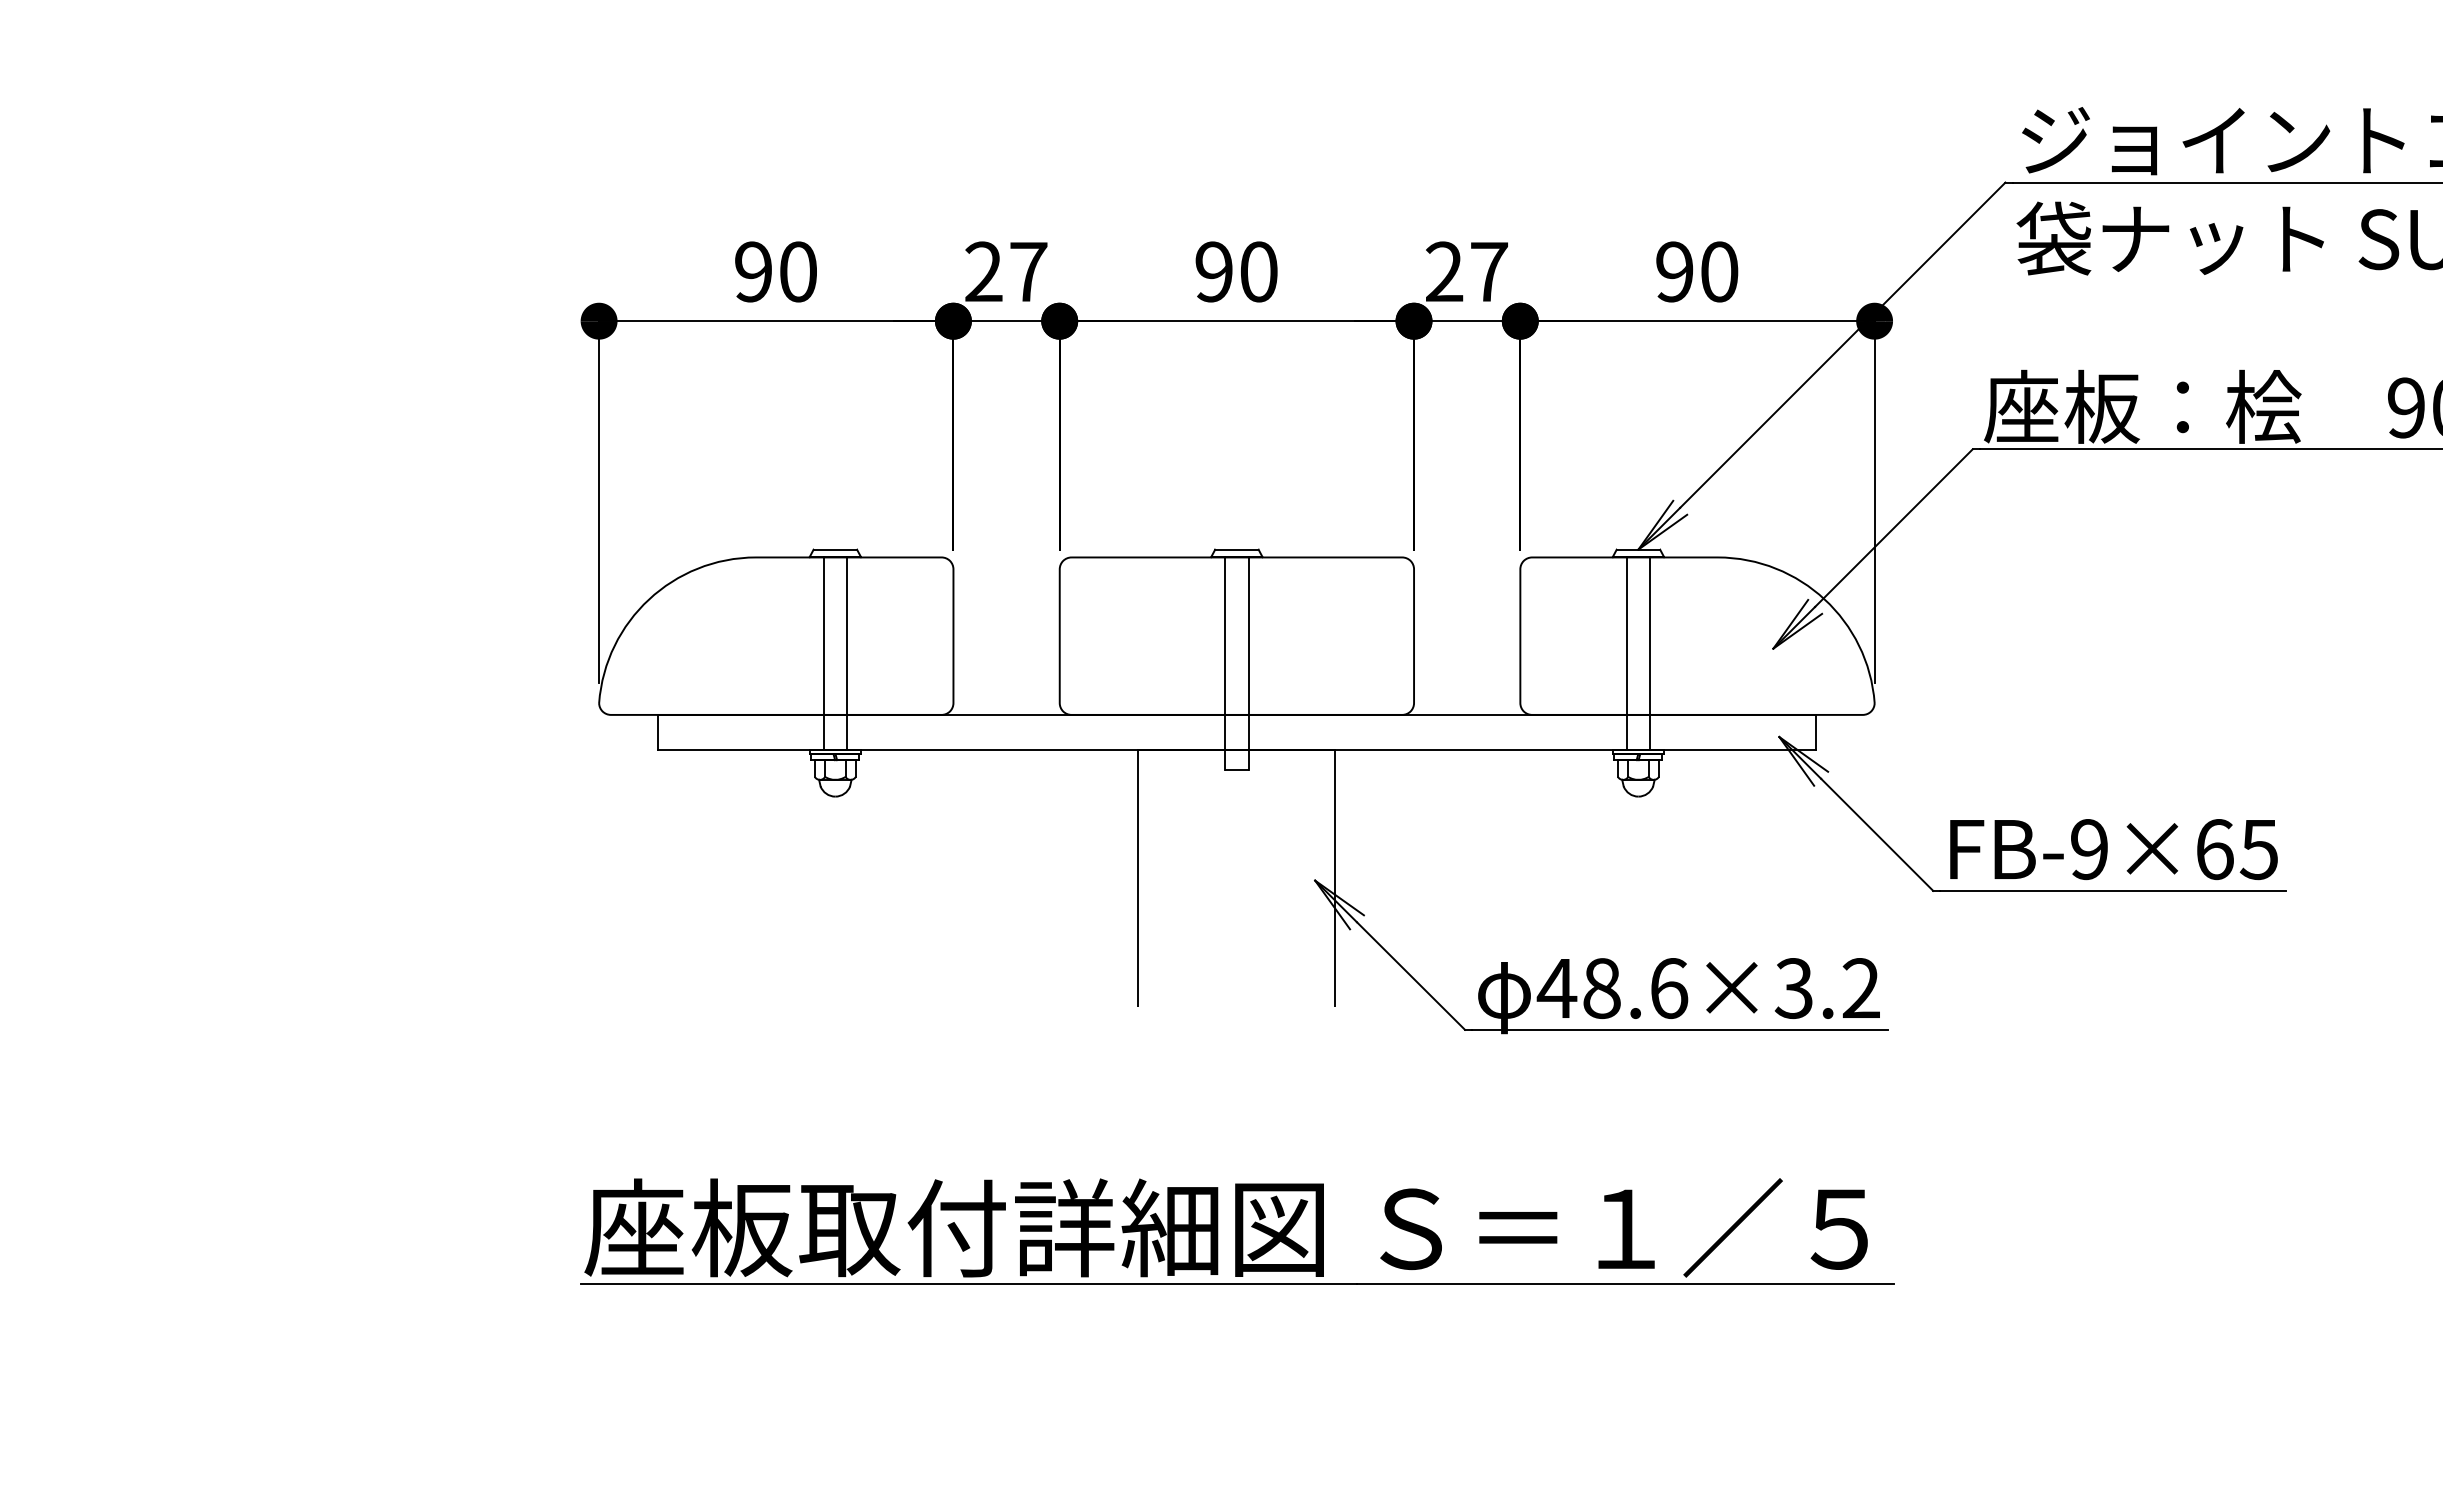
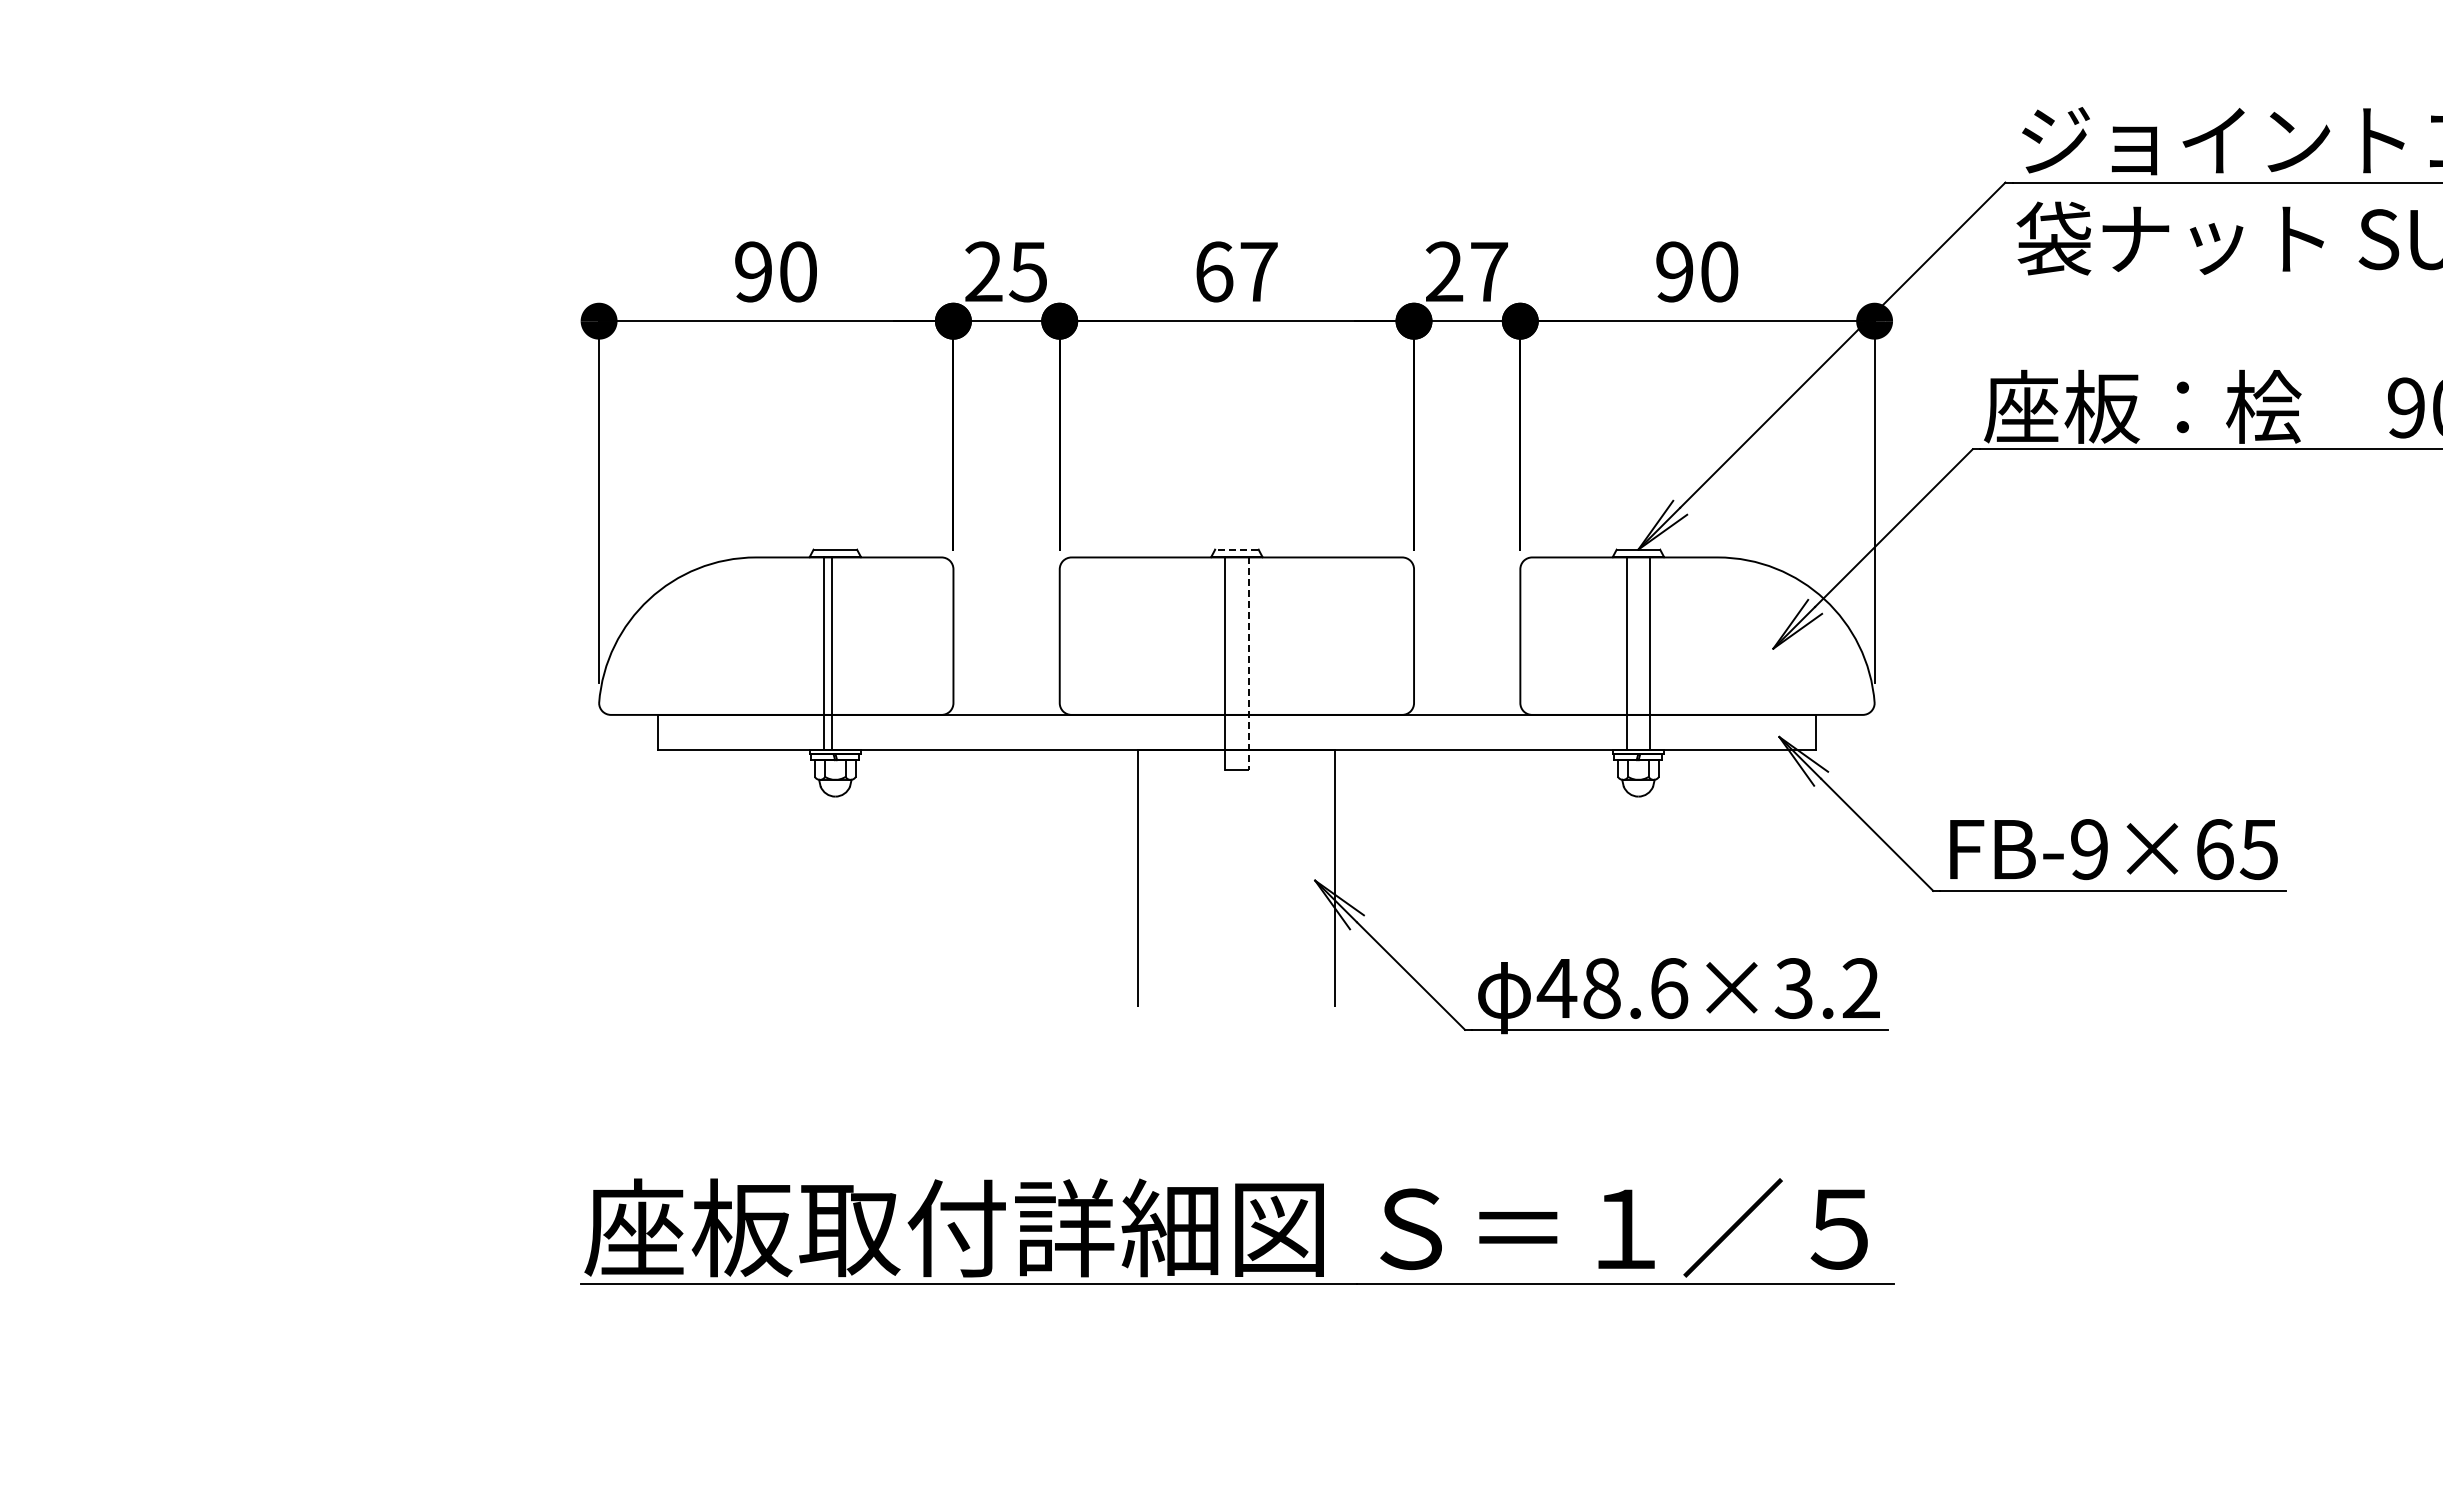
text at (1236, 271): 90 -> 67
text at (1028, 272): 27 -> 25
line at (1236, 549): solid -> dashed
line at (847, 653) position: (847, 653) -> (832, 653)
line at (1248, 664): solid -> dashed
